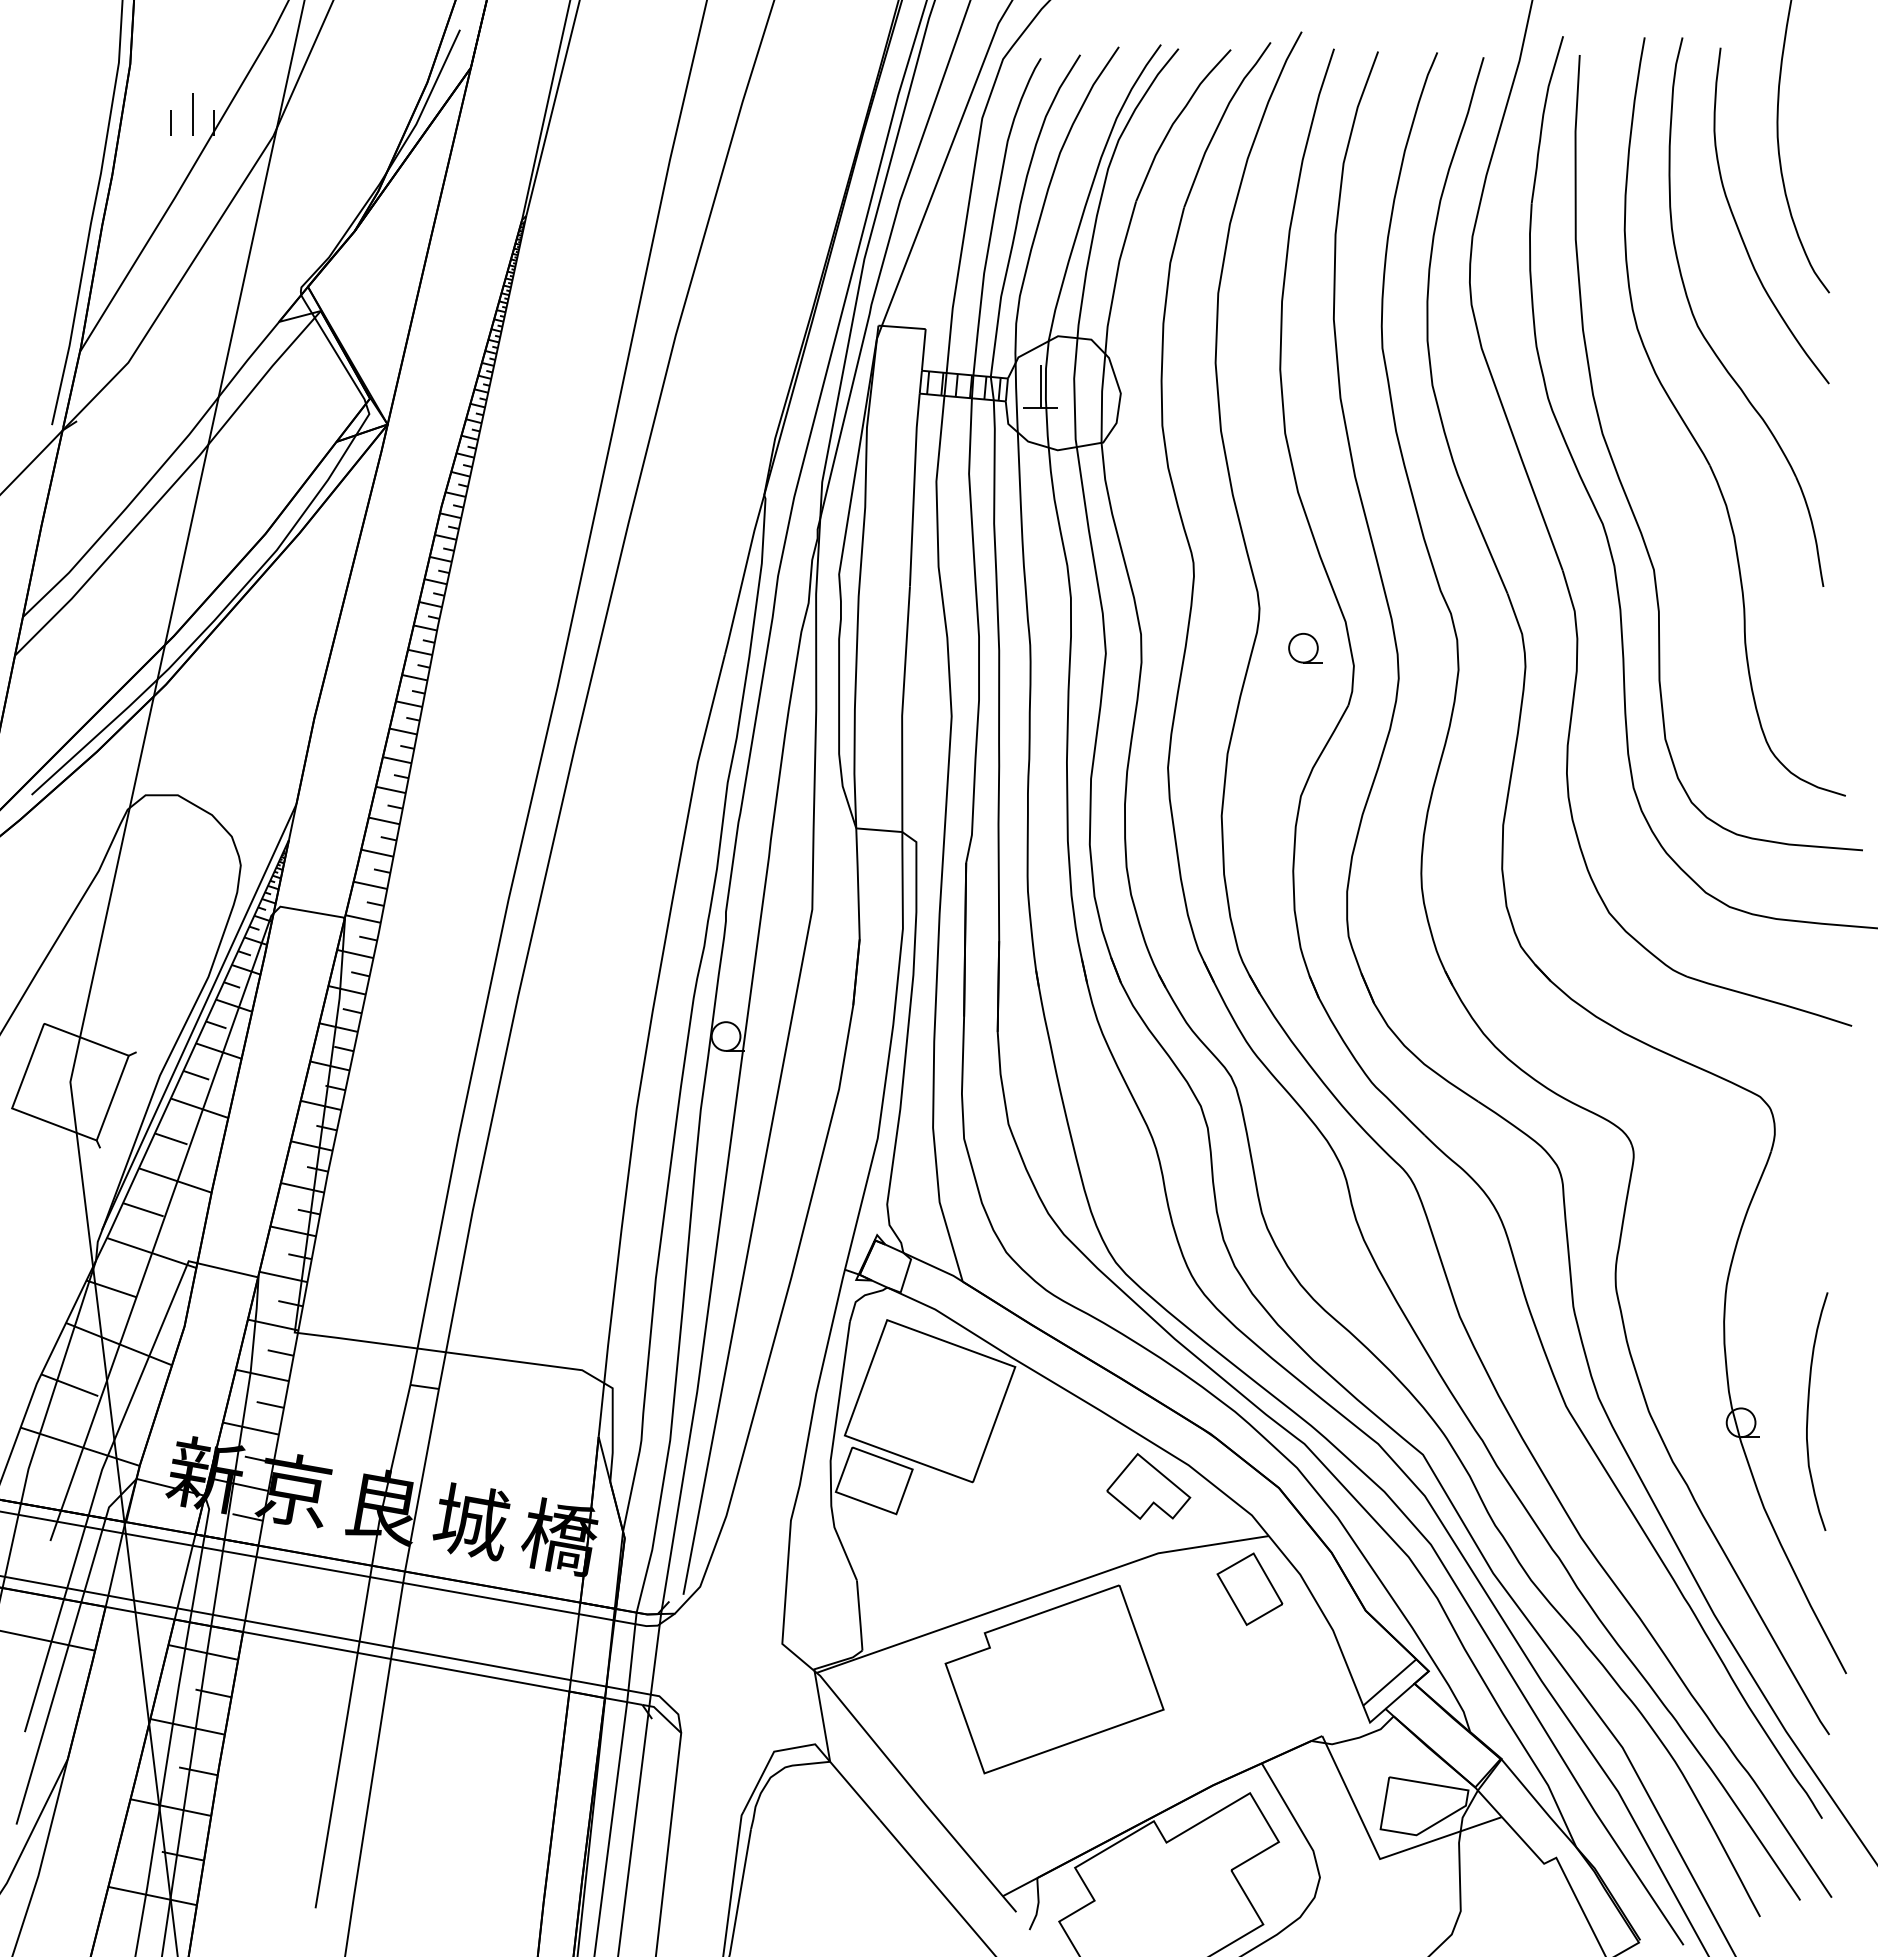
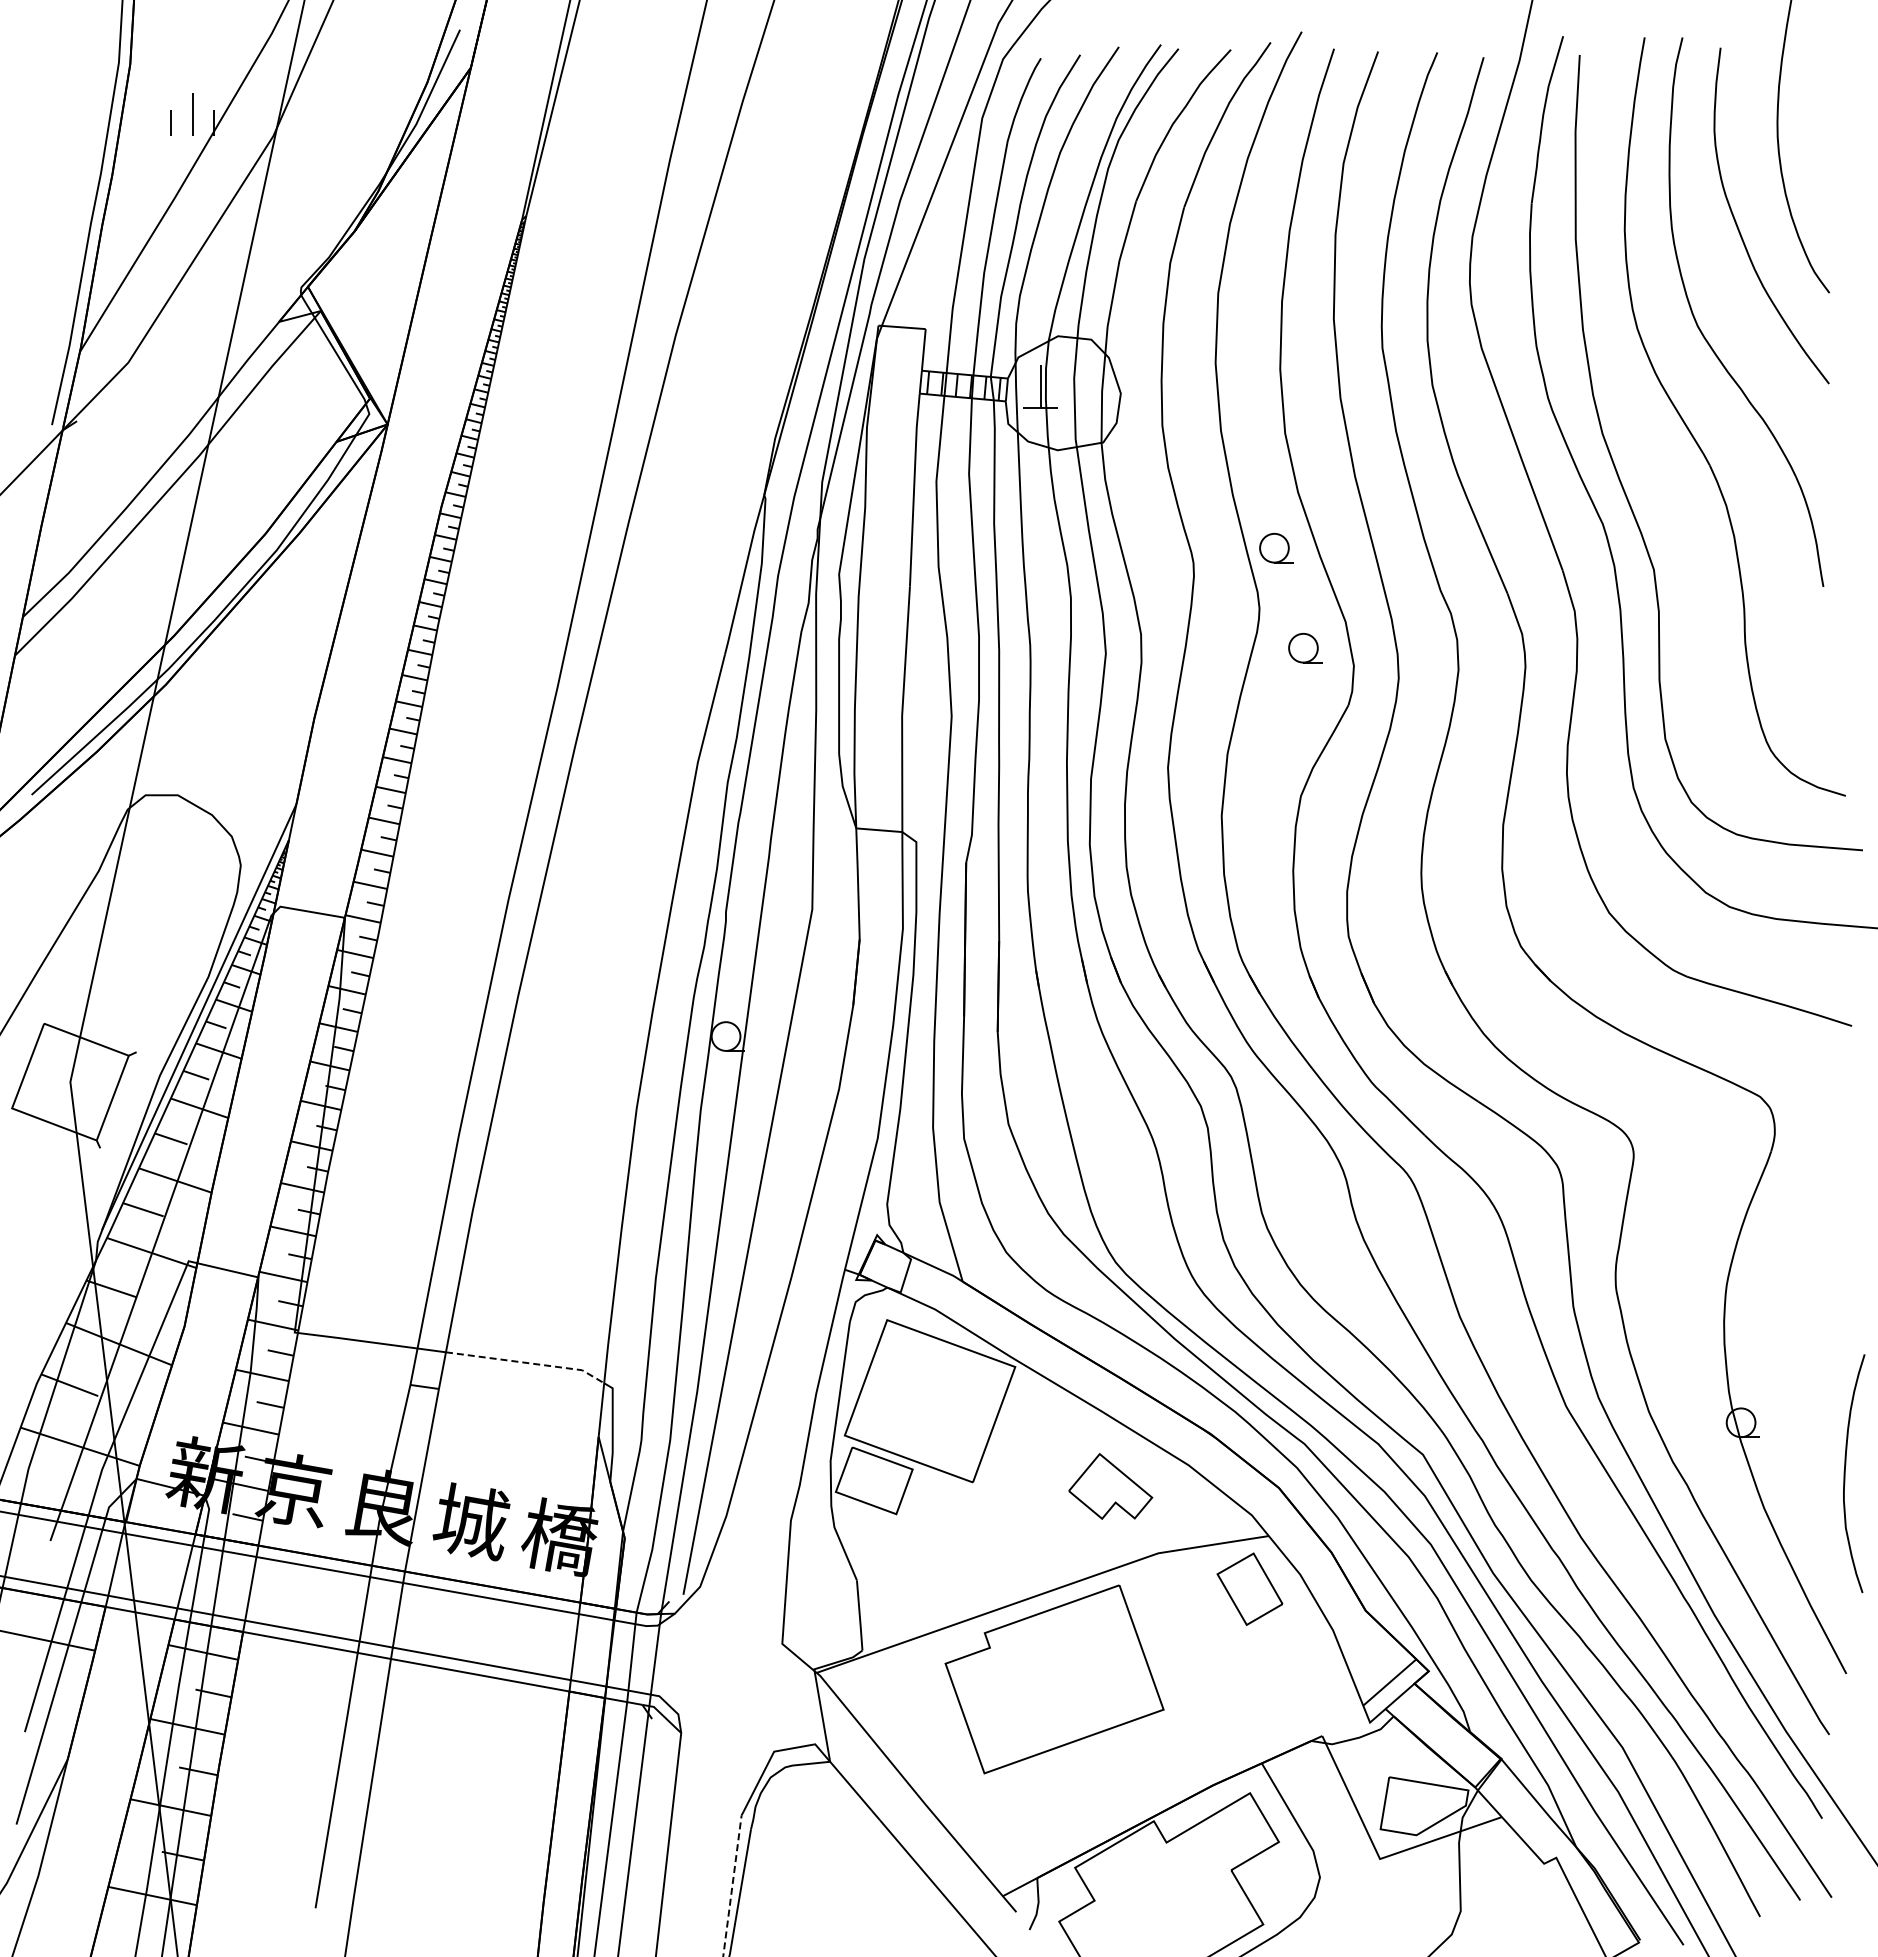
part at (1276, 548): none -> present
line at (527, 1363): solid -> dashed
curve at (1808, 1411) position: (1808, 1411) -> (1845, 1473)
part at (1148, 1486) position: (1148, 1486) -> (1110, 1486)
line at (732, 1883): solid -> dashed
